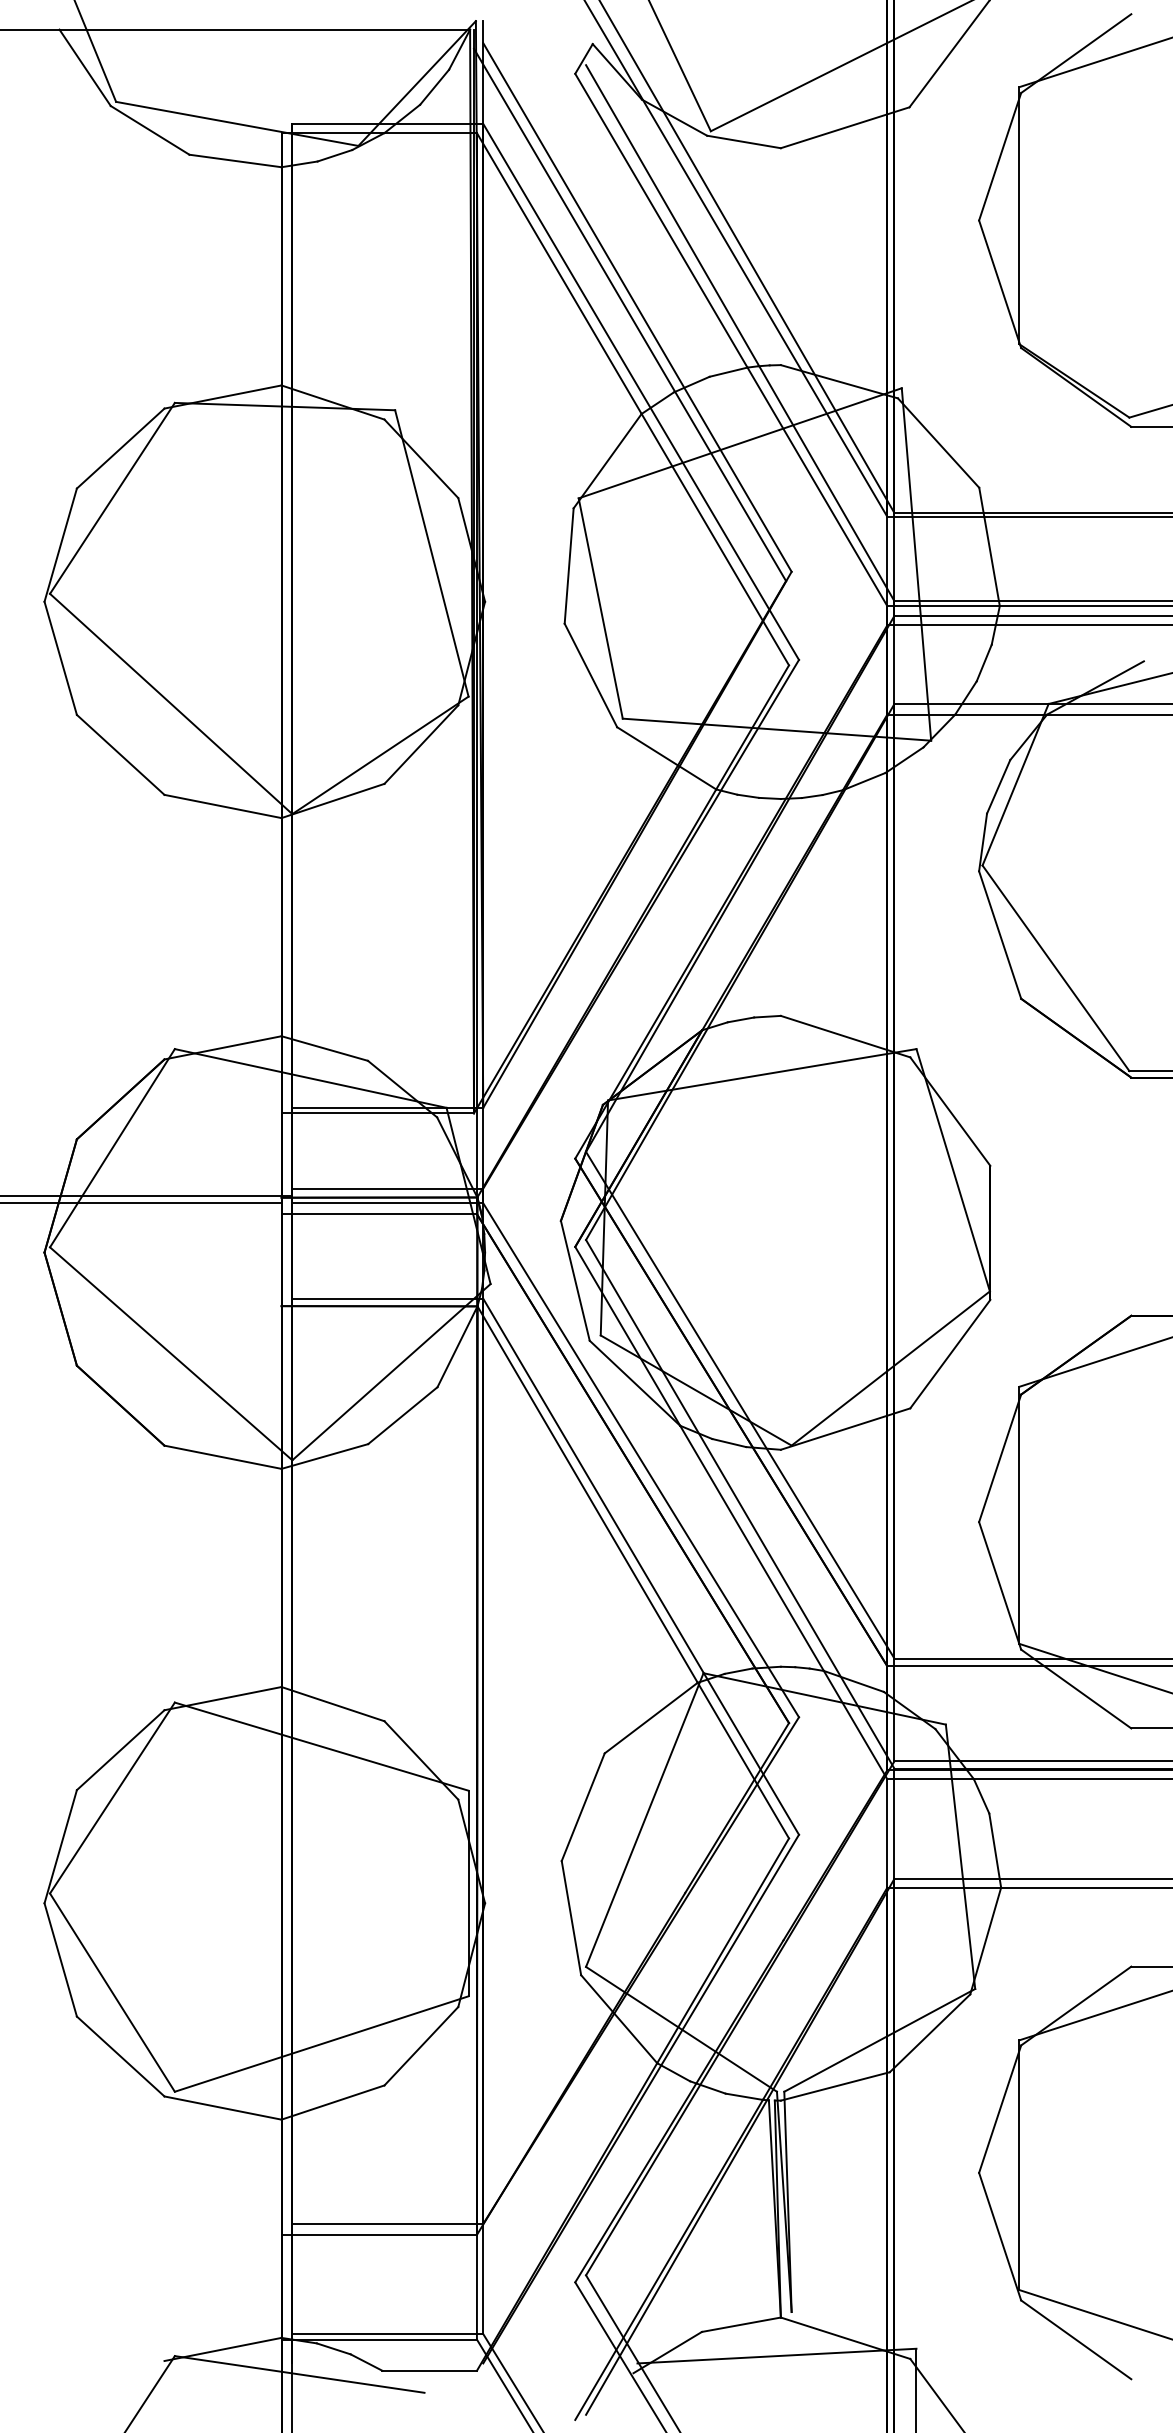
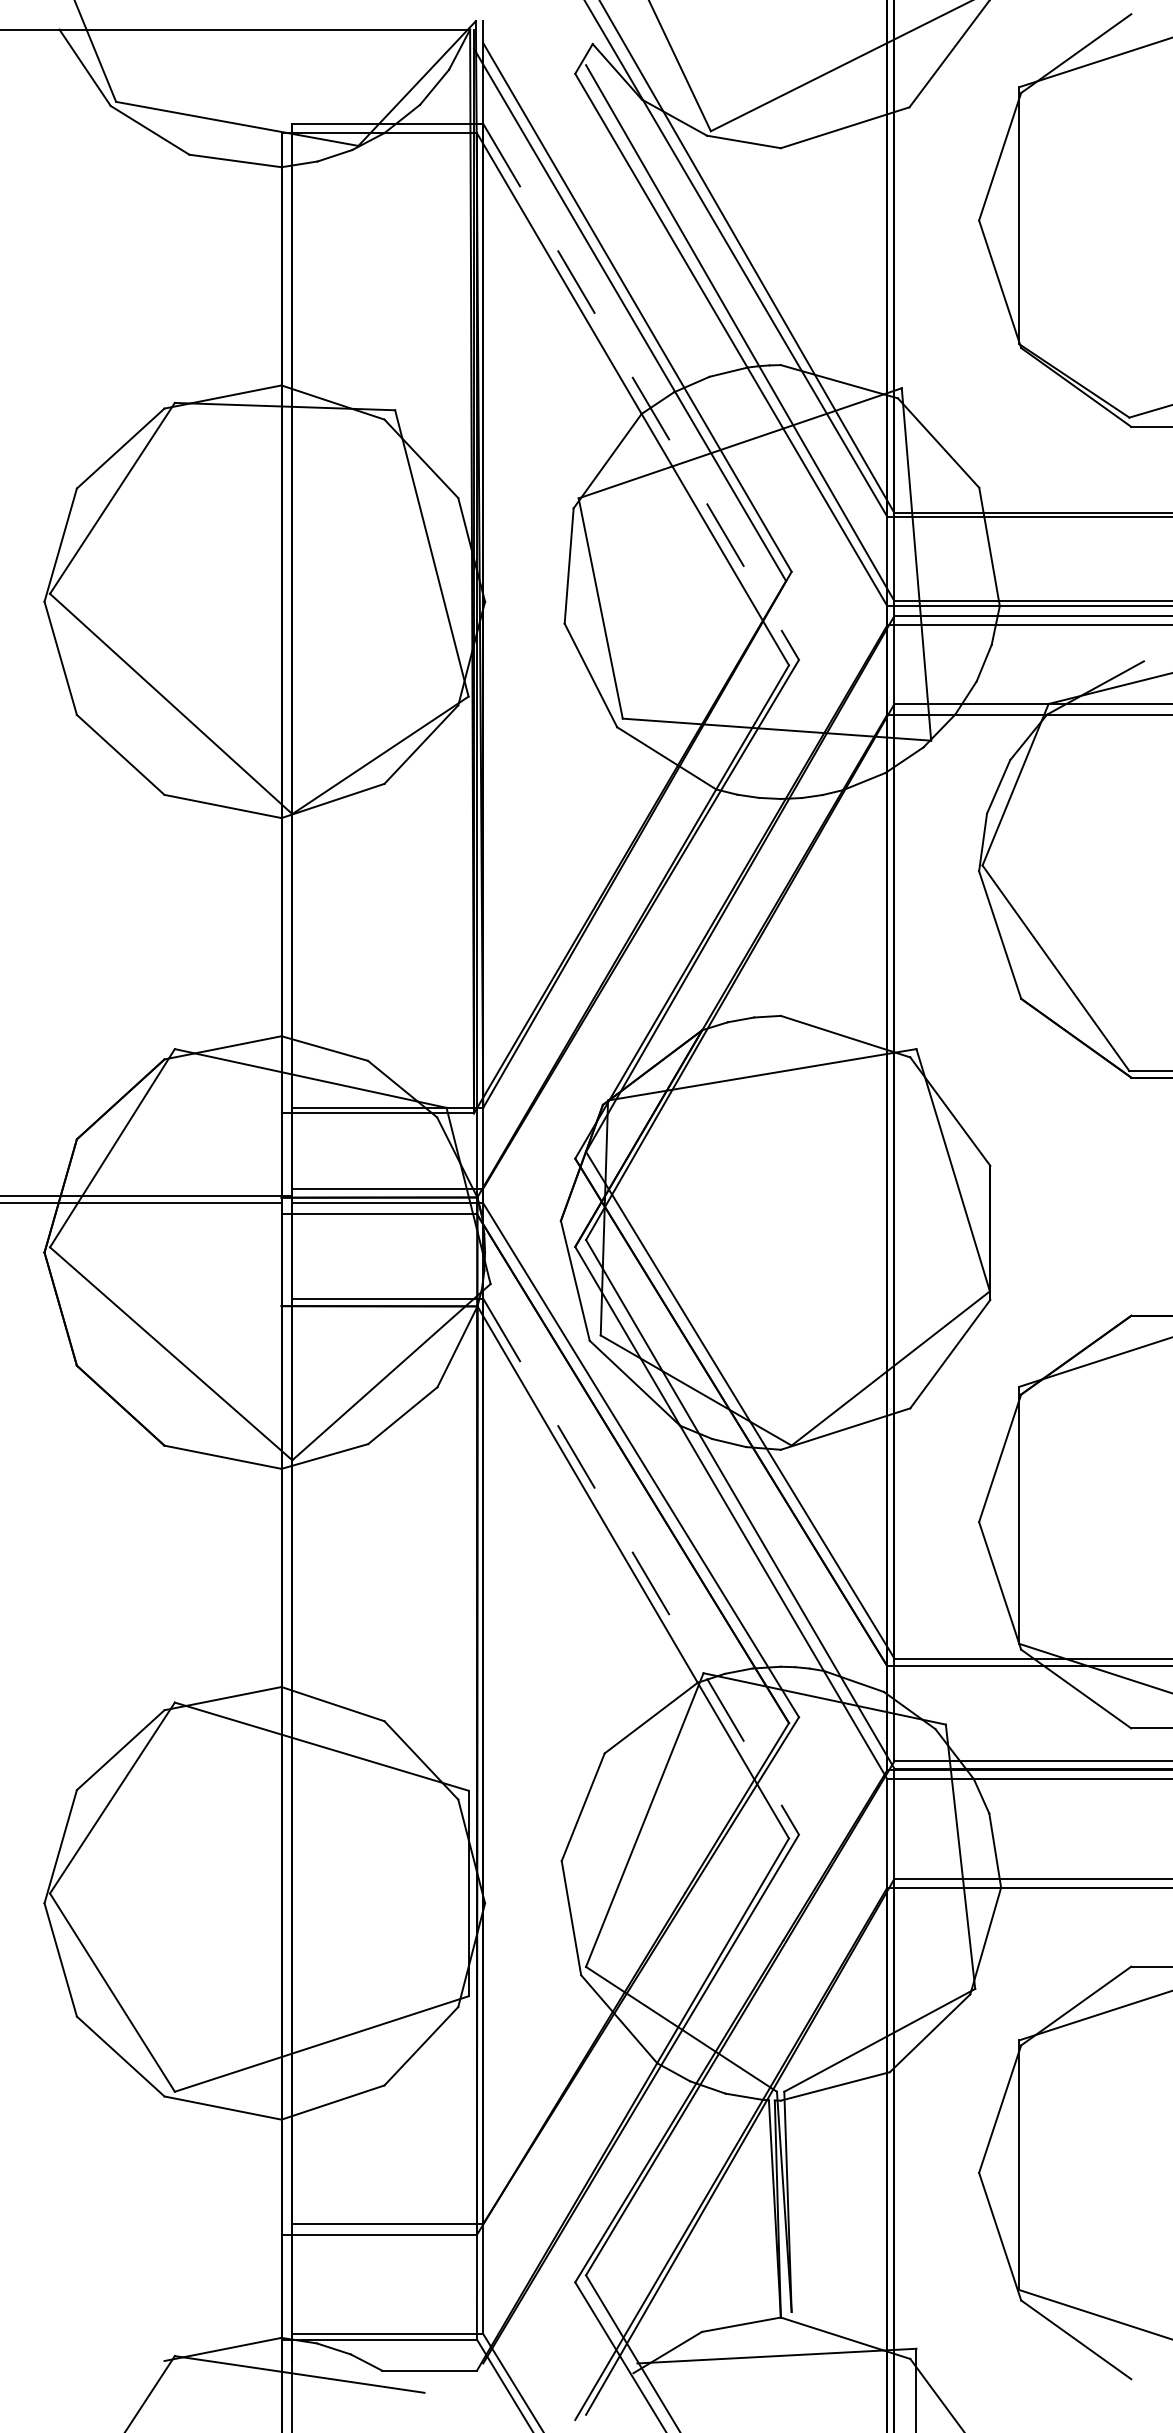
line at (641, 392): solid -> dashed
line at (641, 1567): solid -> dashed
